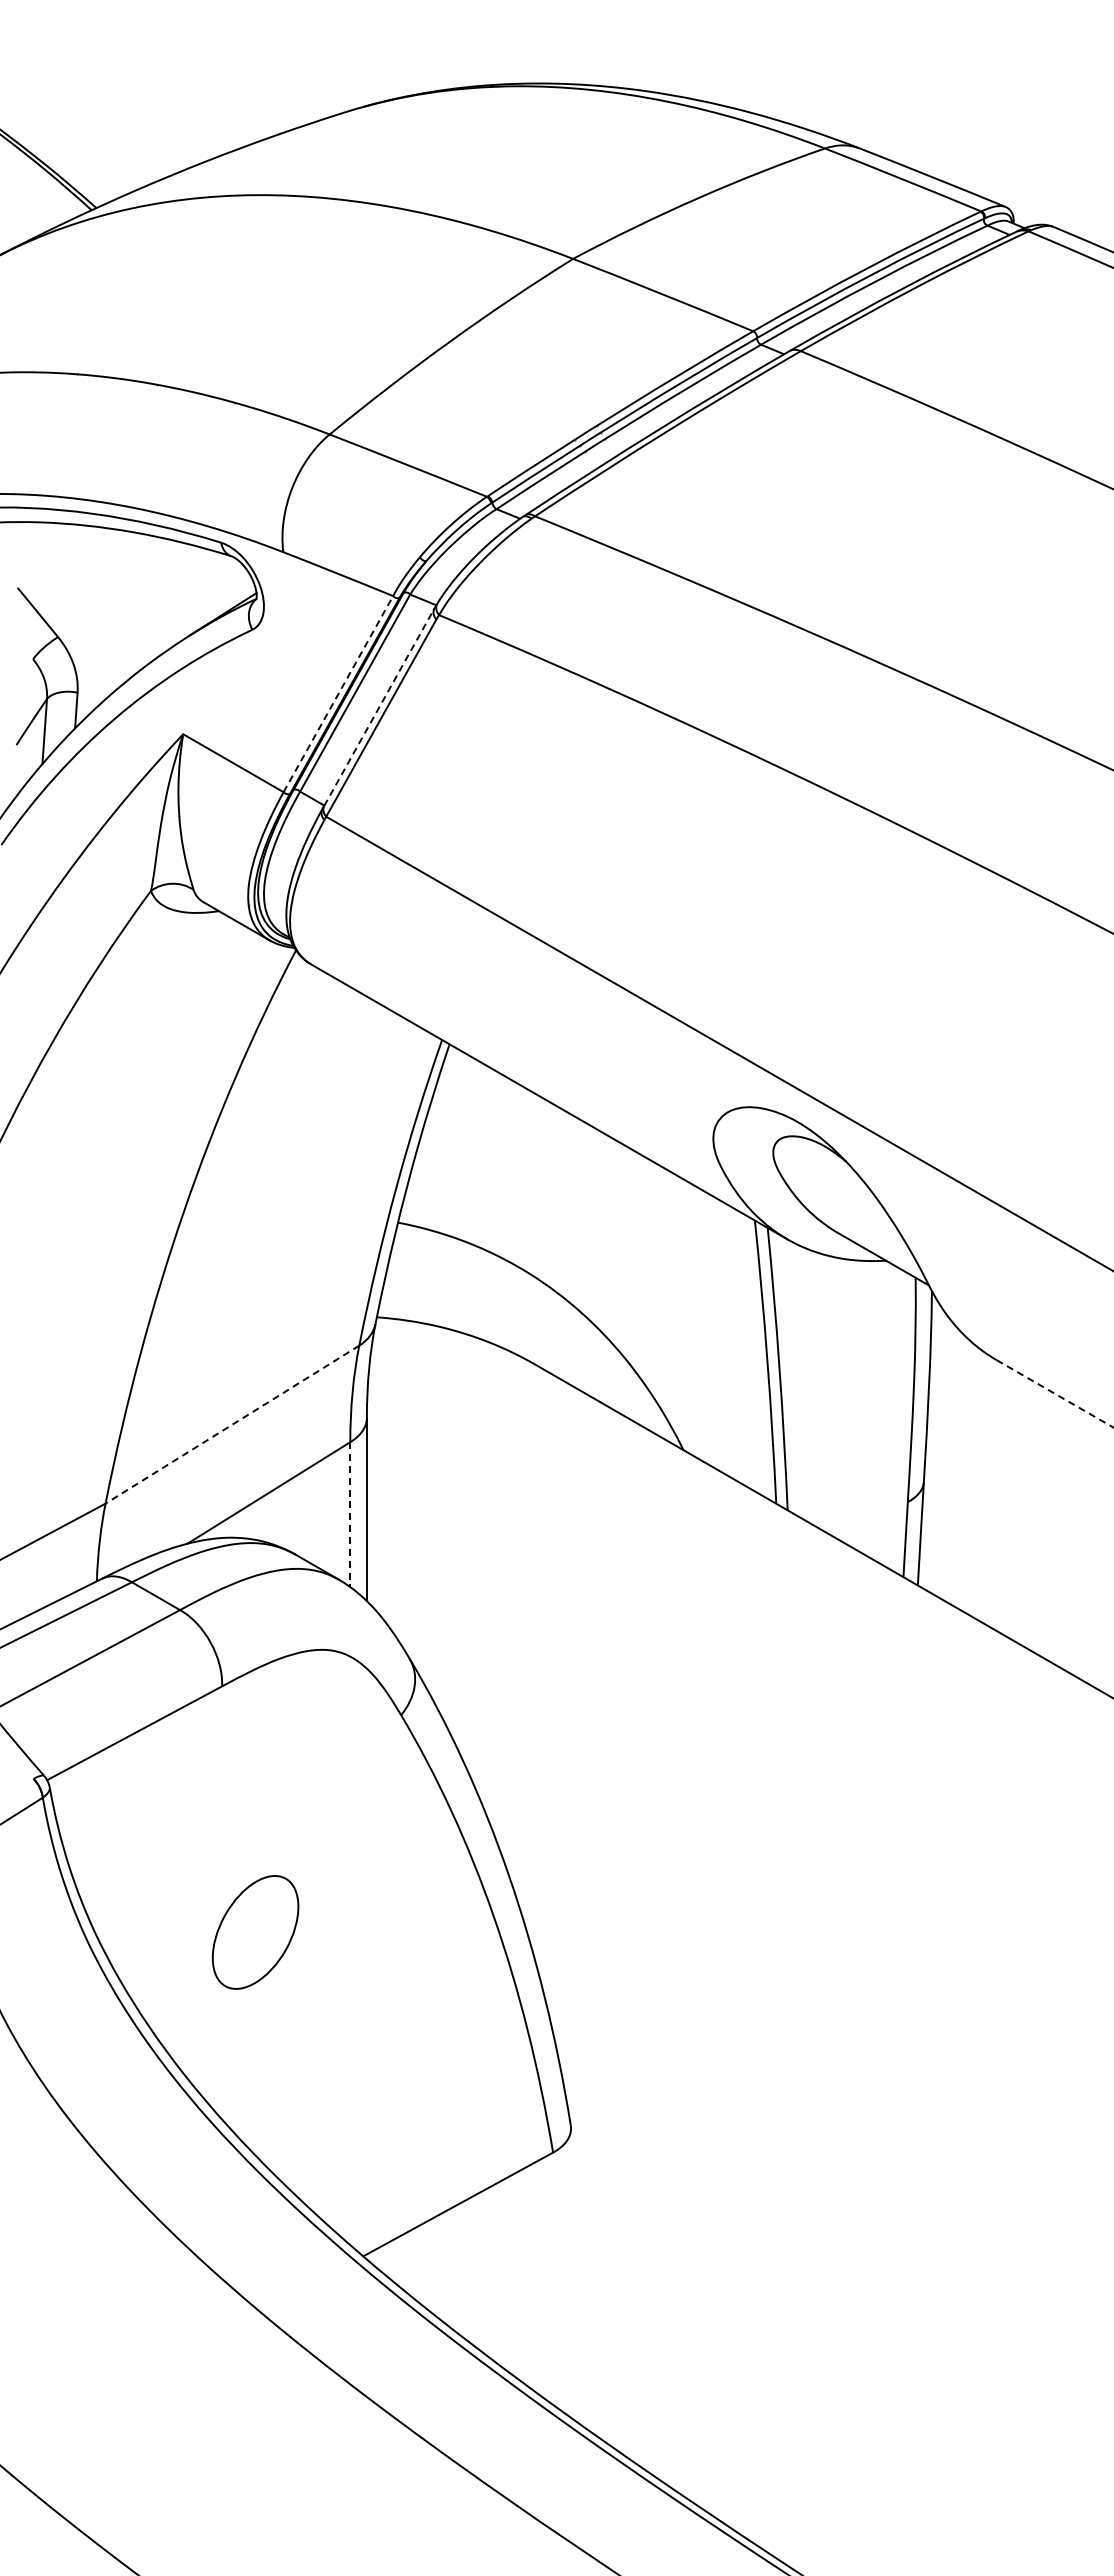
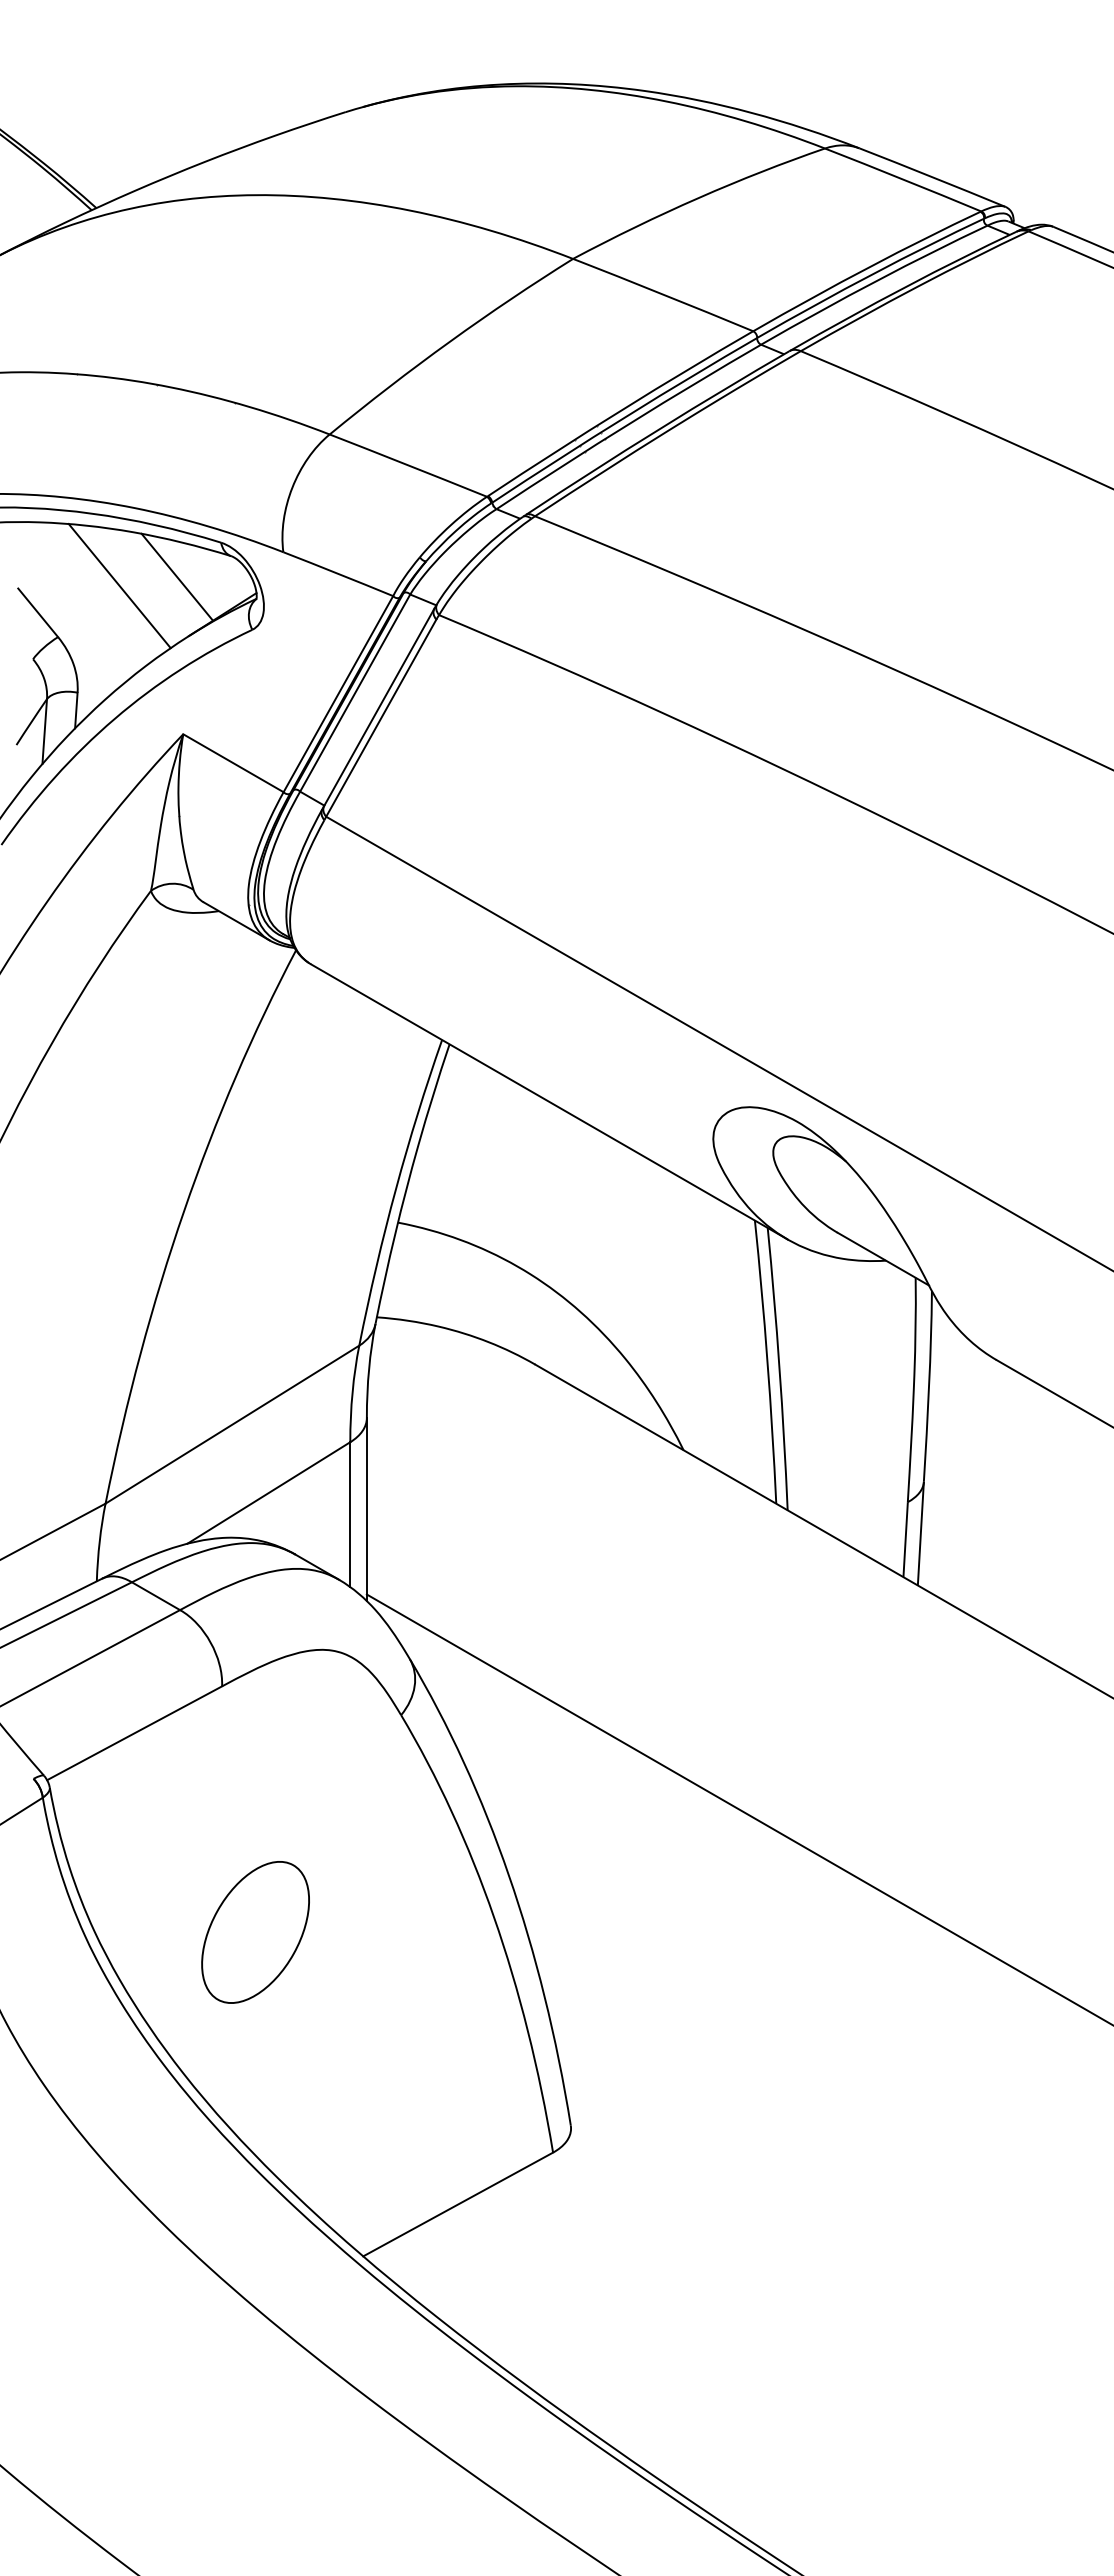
line at (177, 576): none -> present
line at (119, 586): none -> present
line at (338, 693): dashed -> solid
line at (379, 707): dashed -> solid
line at (1055, 1394): dashed -> solid
line at (232, 1424): dashed -> solid
line at (350, 1515): dashed -> solid
line at (738, 1809): none -> present
part at (255, 1932) size: 89x115 px -> 109x143 px
